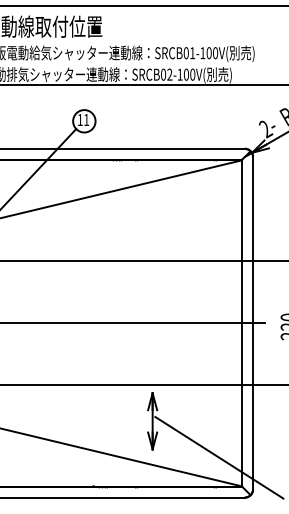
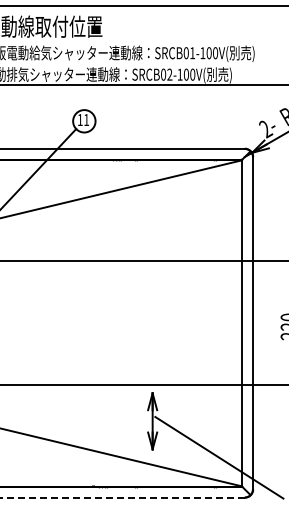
line at (133, 323): present -> none
line at (122, 497): solid -> dashed
